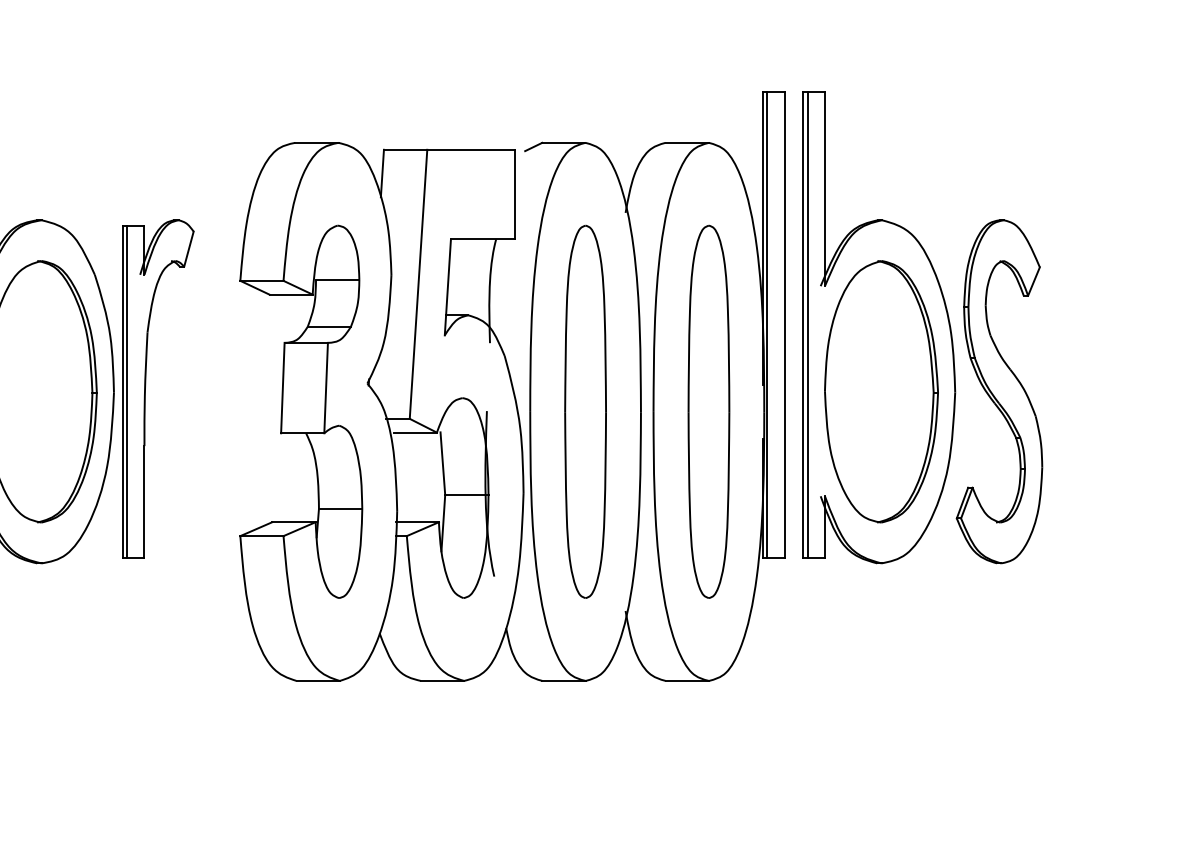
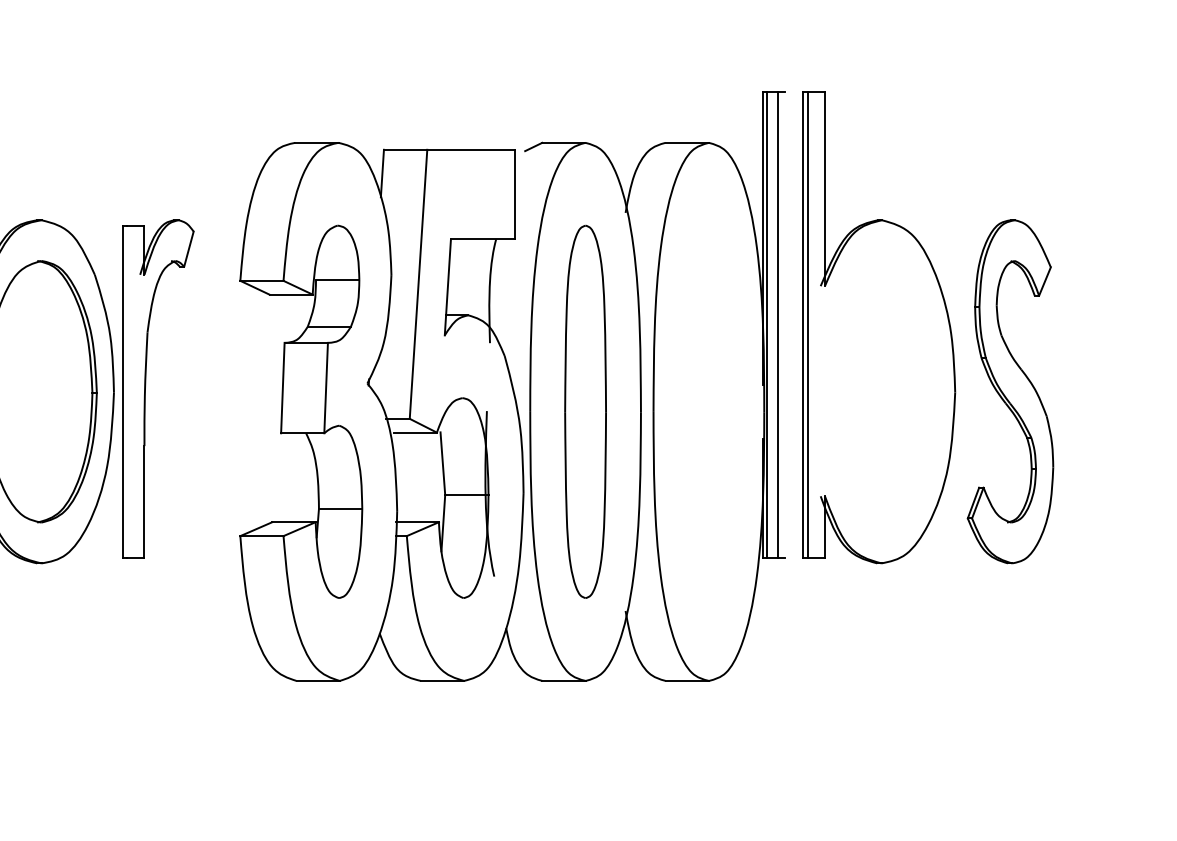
line at (784, 324) position: (784, 324) -> (777, 324)
line at (127, 391): present -> none
part at (881, 391): present -> none
part at (999, 391) position: (999, 391) -> (1010, 391)
part at (708, 411): present -> none
